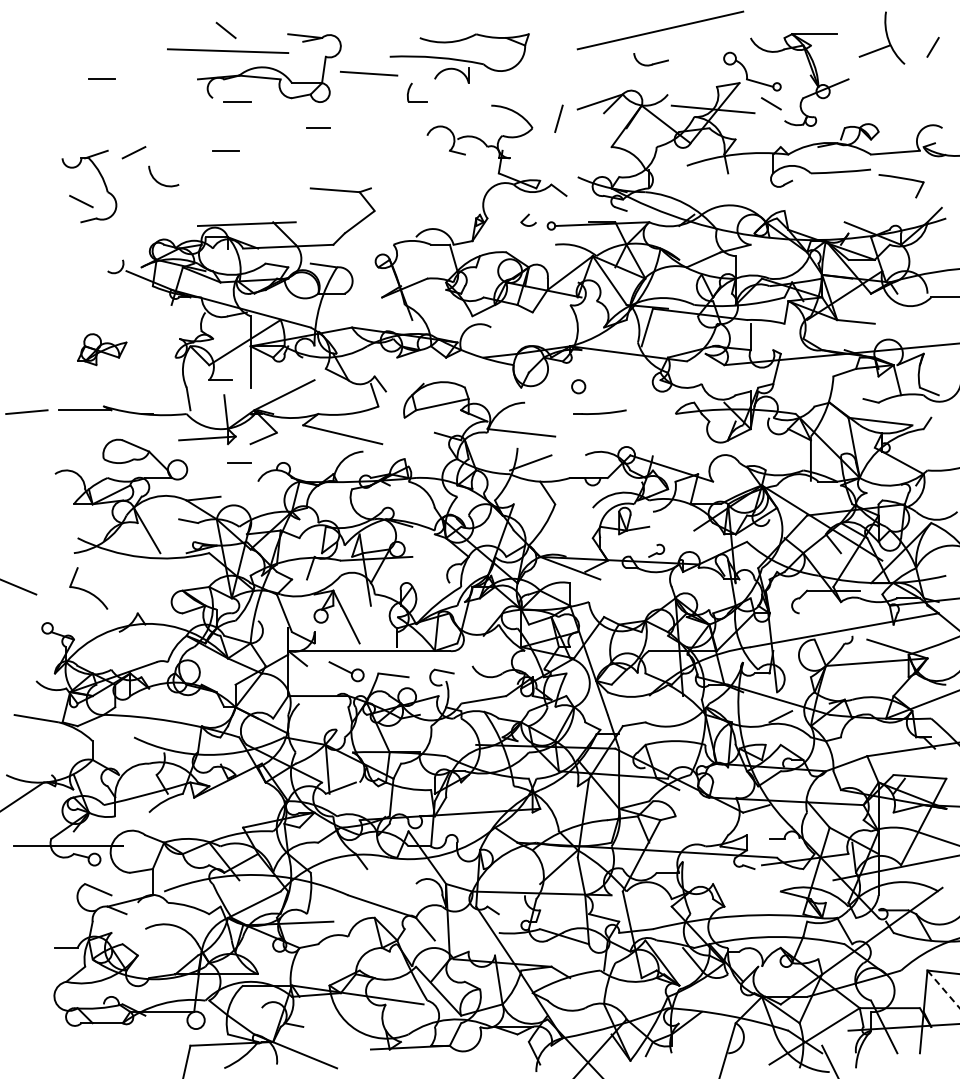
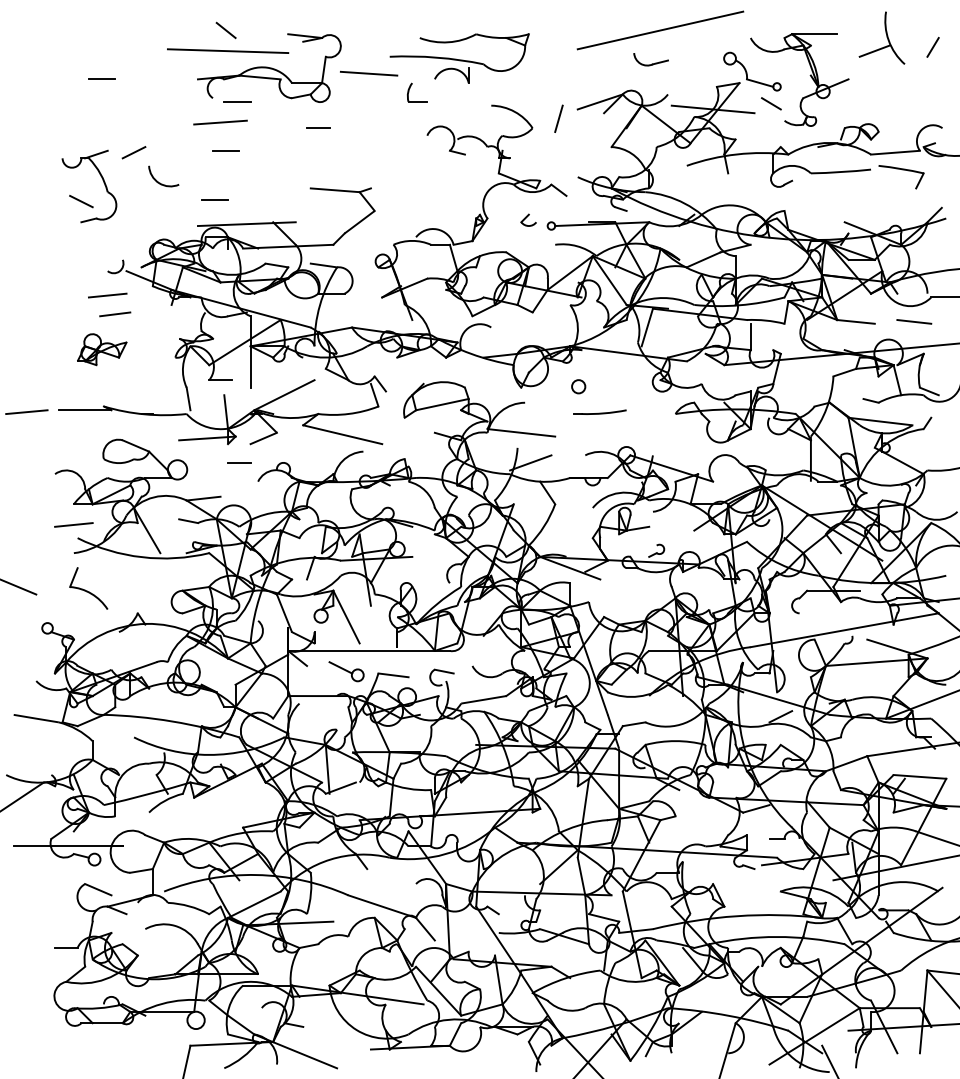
line at (220, 122): none -> present
part at (902, 179) position: (902, 179) -> (902, 170)
line at (214, 199): none -> present
line at (107, 295): none -> present
line at (115, 314): none -> present
line at (914, 321): none -> present
line at (73, 524): none -> present
line at (943, 989): dashed -> solid
